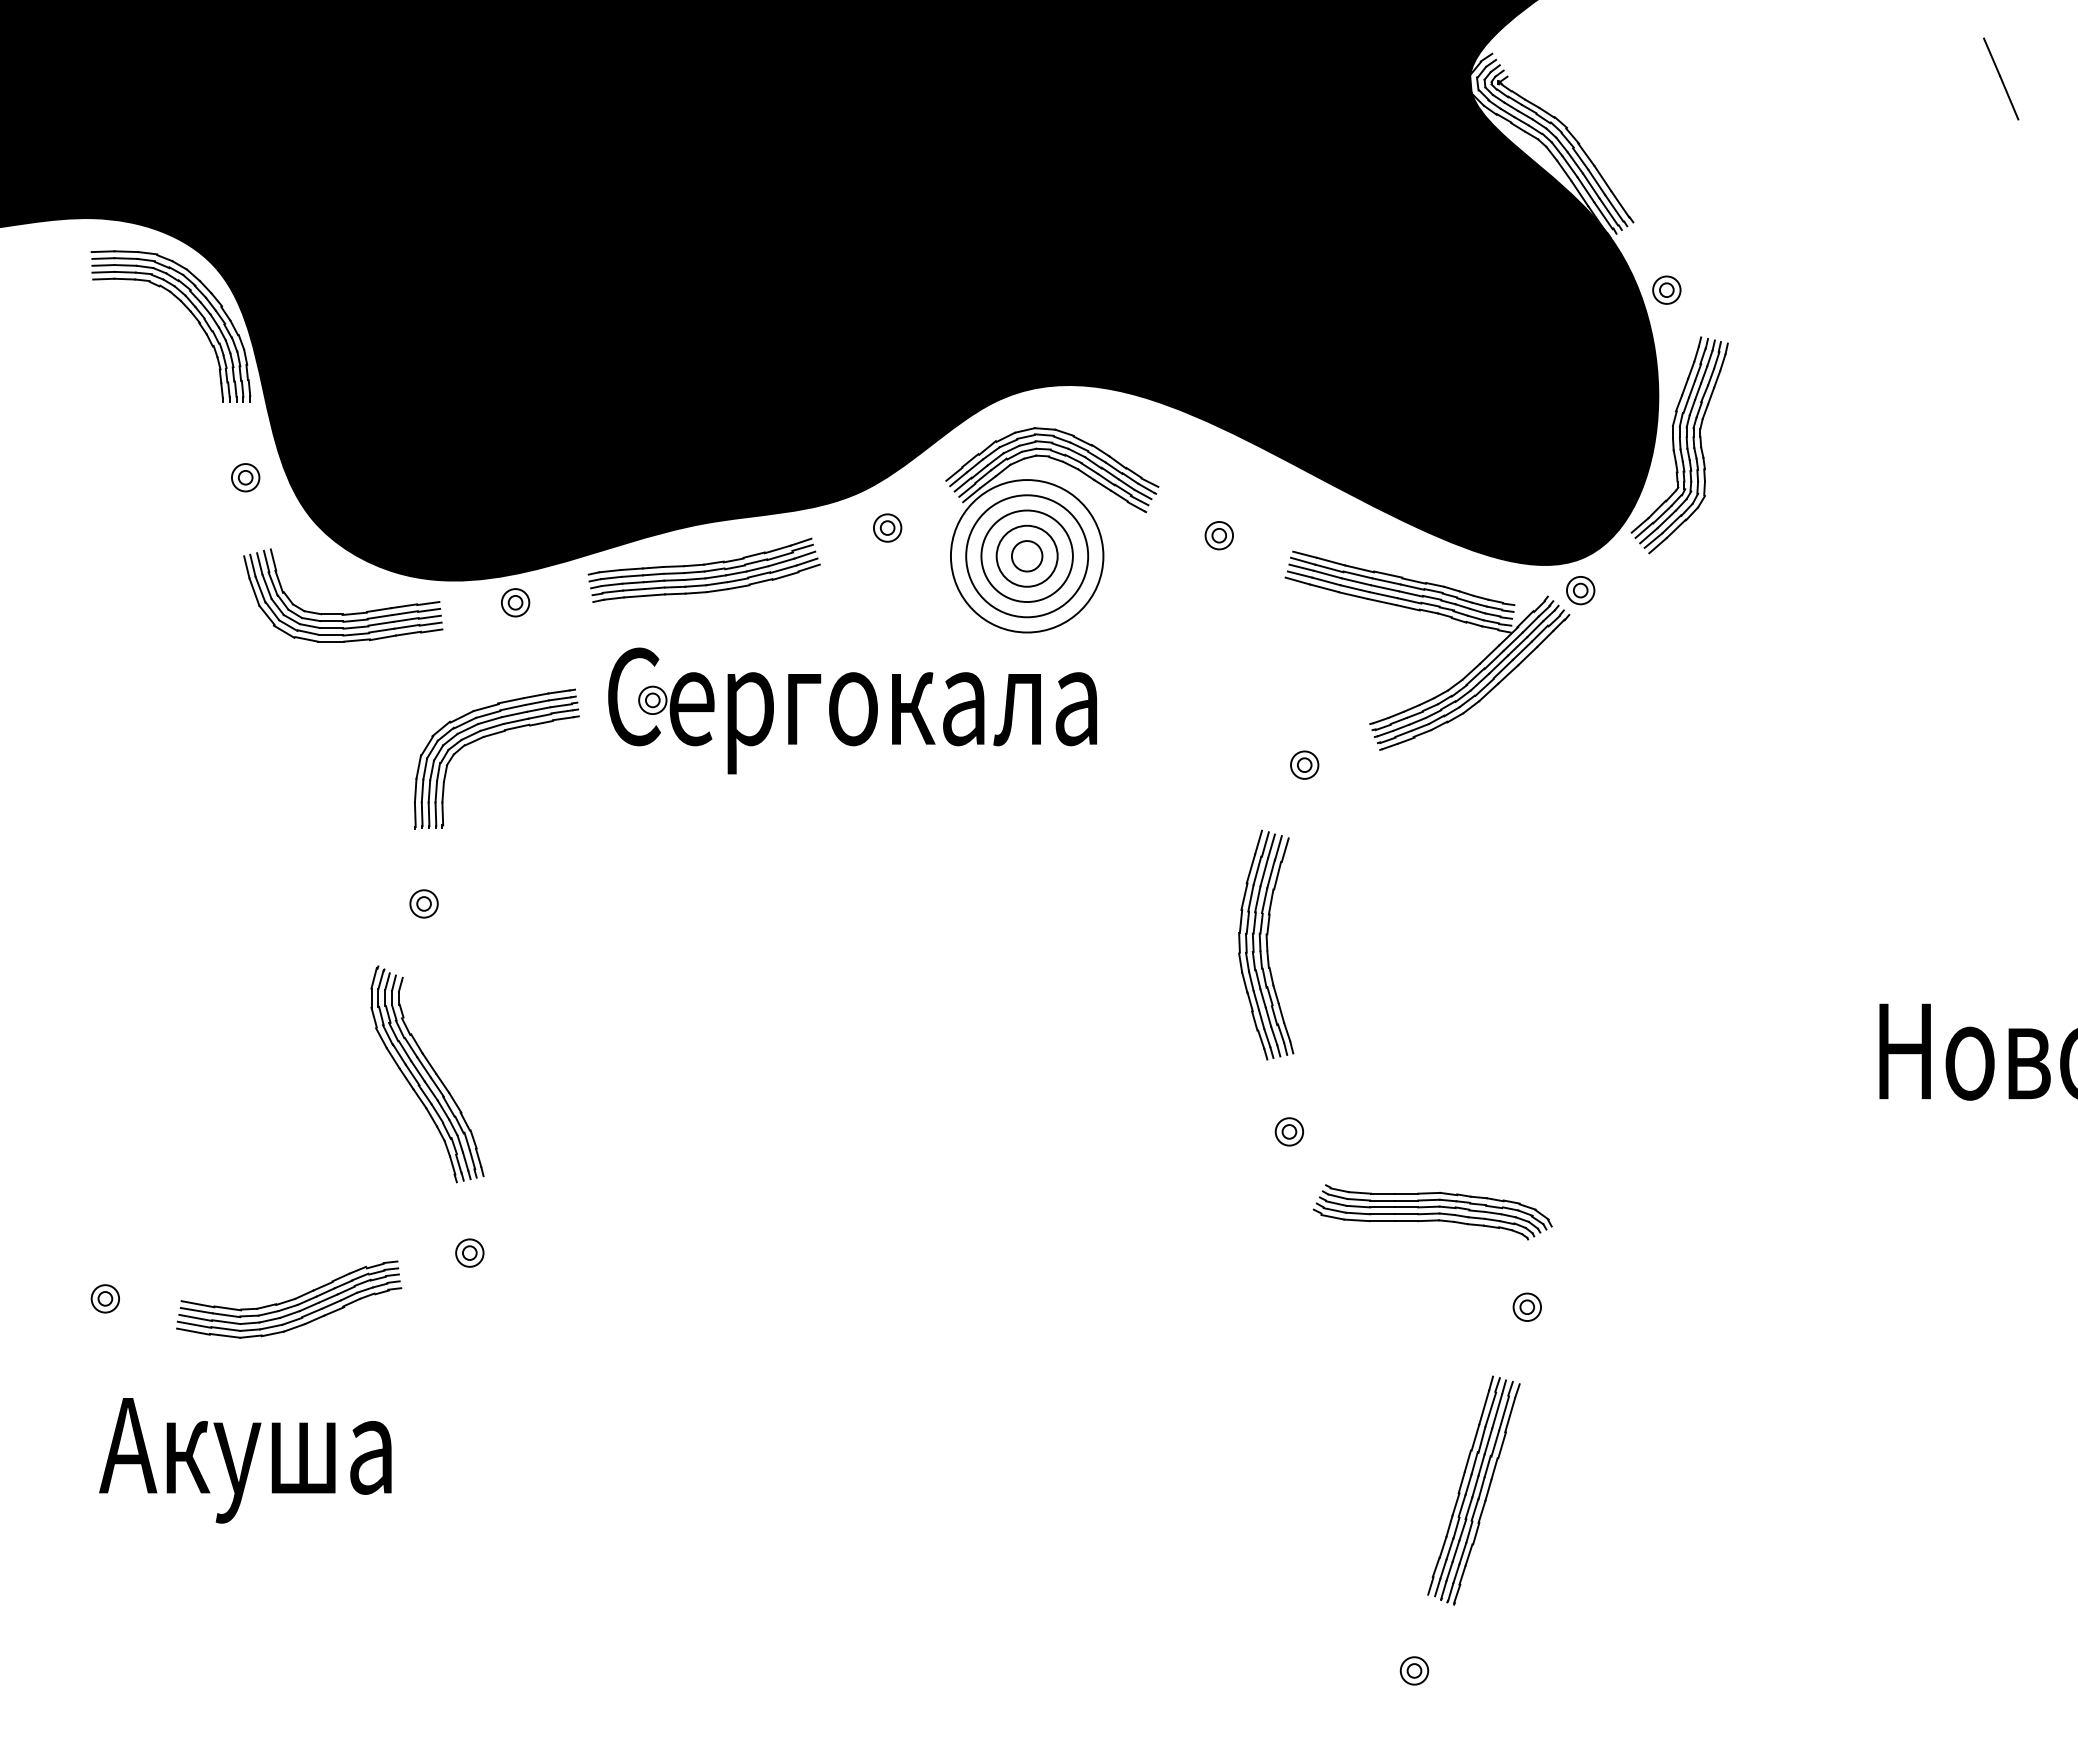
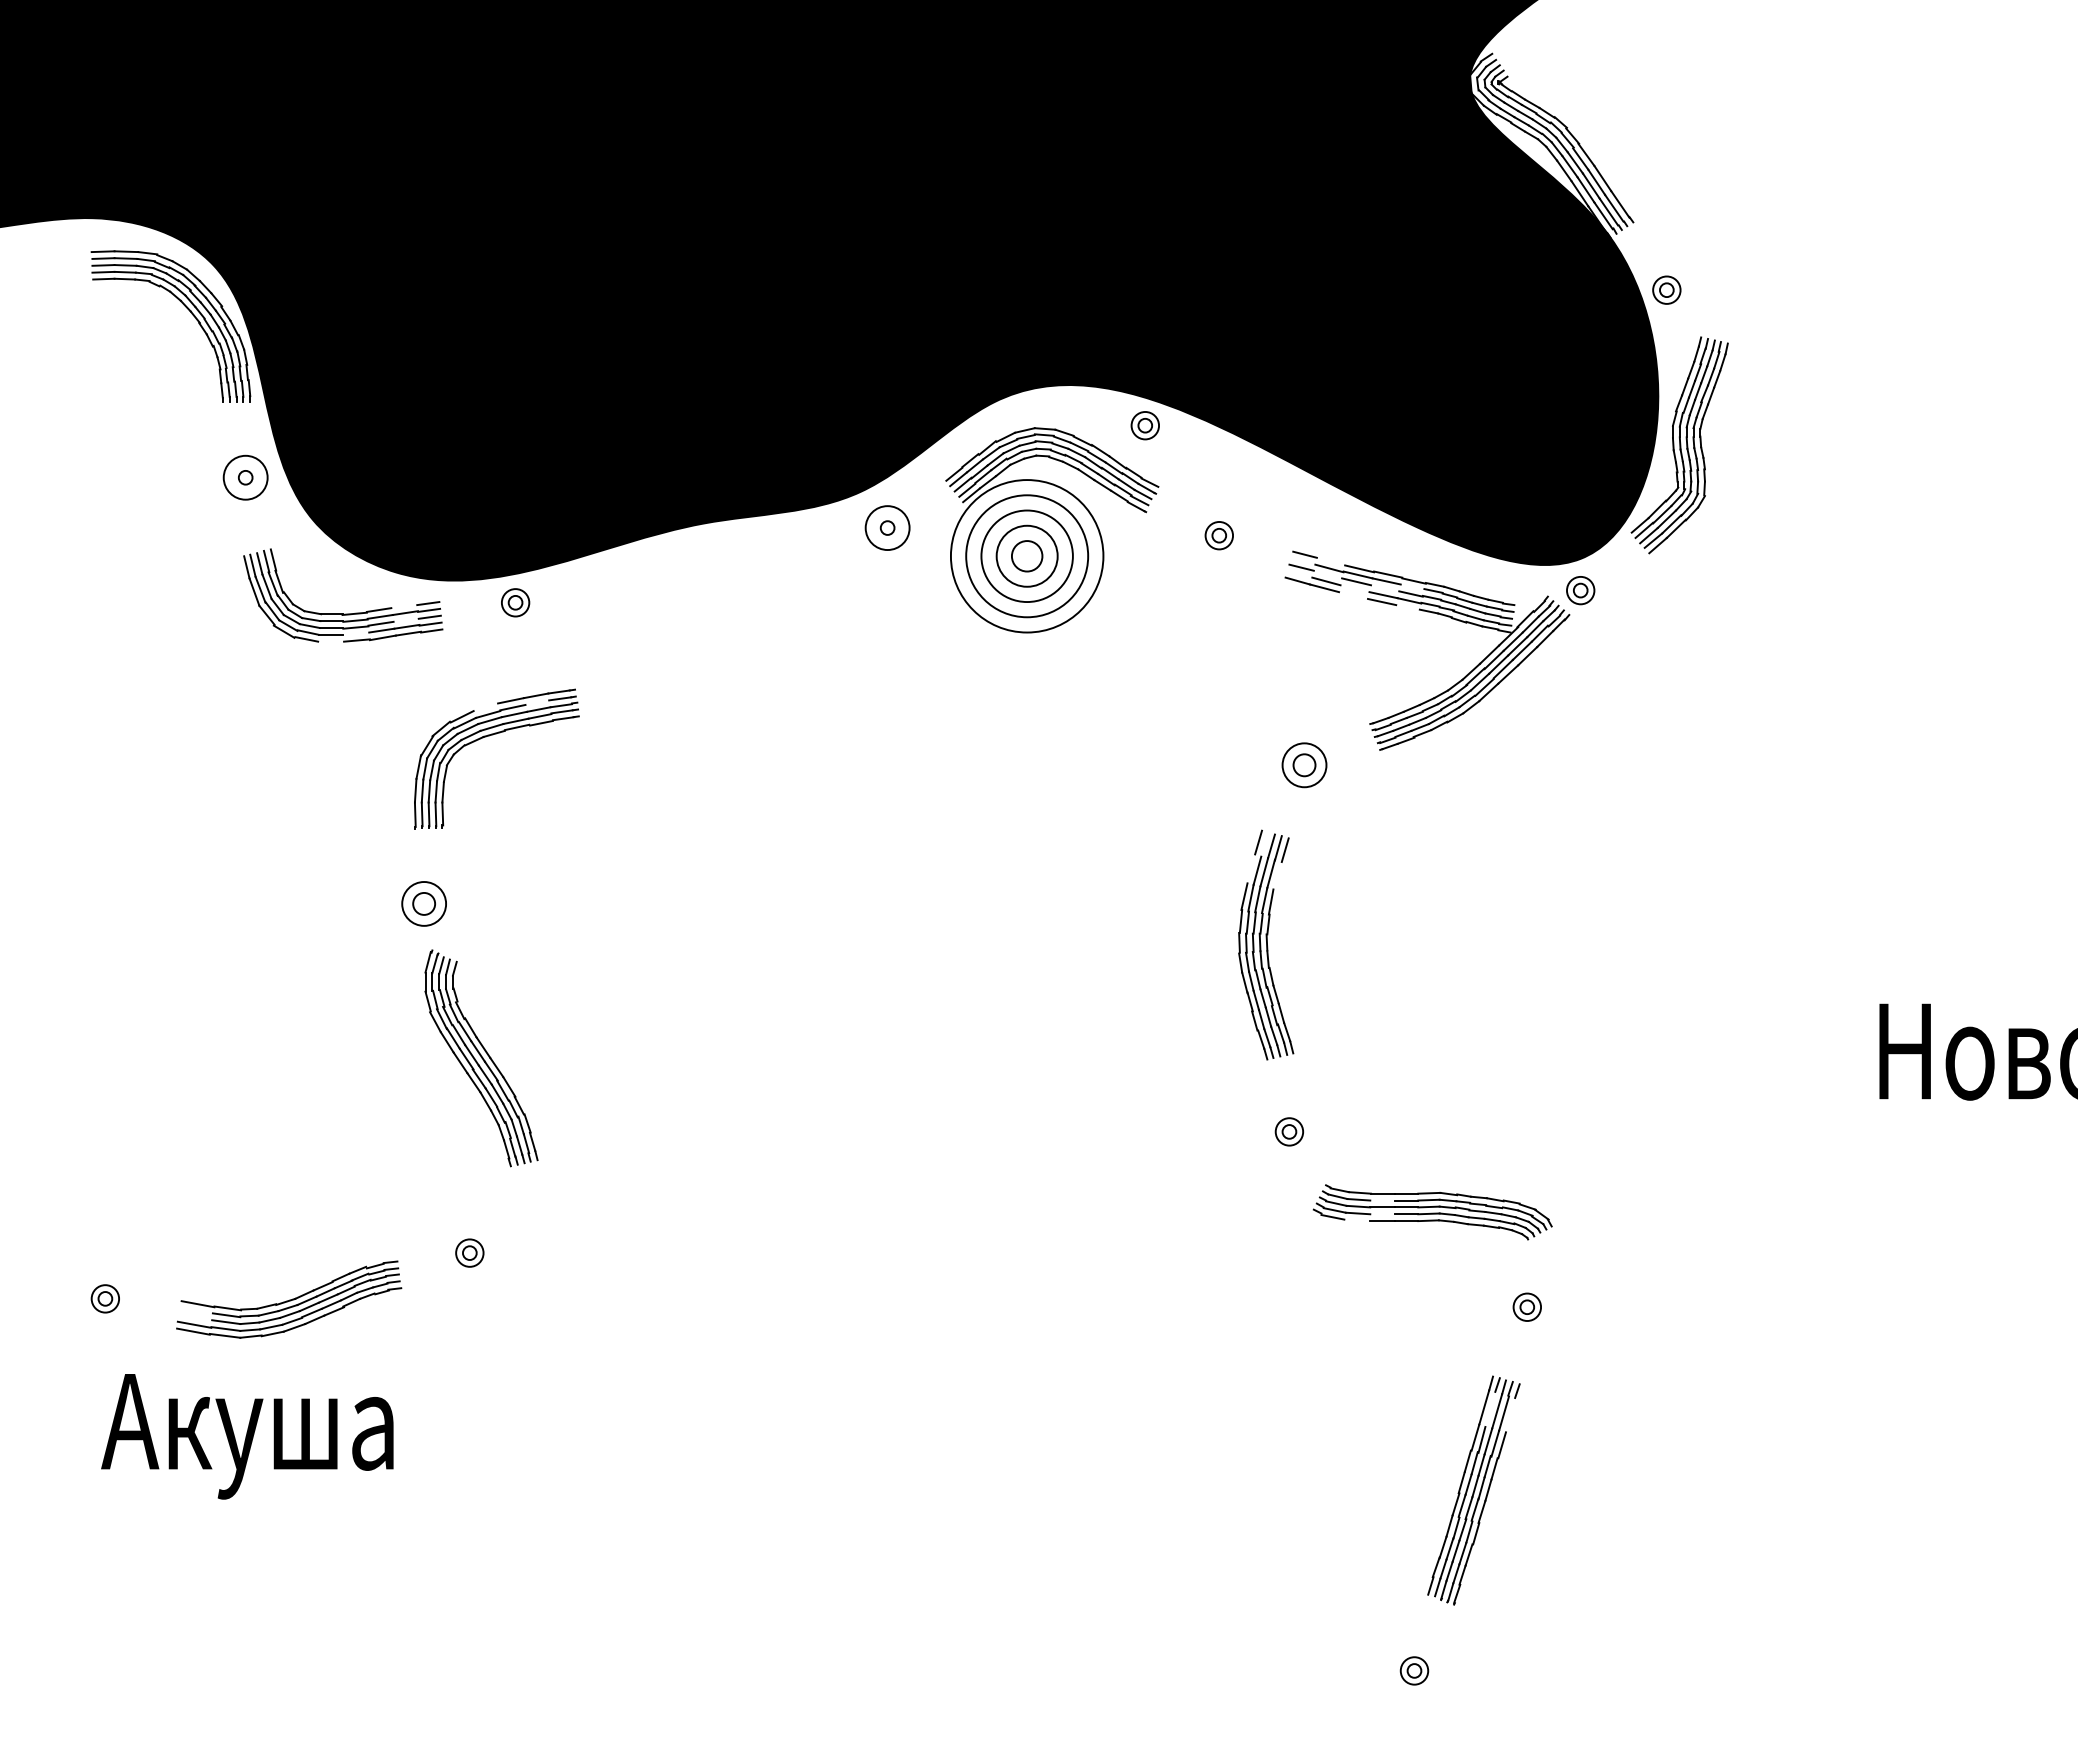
line at (2001, 78): present -> none
part at (1144, 425): none -> present
circle at (245, 477) diameter: 27 px -> 44 px
circle at (887, 527) diameter: 27 px -> 44 px
line at (1302, 560): present -> none
line at (1330, 561): present -> none
part at (703, 569): present -> none
line at (1299, 574): present -> none
line at (1327, 574): present -> none
line at (1412, 586): present -> none
line at (1354, 588): present -> none
line at (1385, 588): present -> none
line at (1352, 595): present -> none
line at (404, 606): present -> none
line at (1407, 607): present -> none
line at (405, 619): present -> none
line at (356, 634): present -> none
line at (331, 641): present -> none
line at (537, 702): present -> none
line at (485, 707): present -> none
part at (852, 710): present -> none
part at (1304, 764) size: 30x30 px -> 47x47 px
line at (1265, 844): present -> none
line at (1250, 868): present -> none
line at (1277, 875): present -> none
part at (423, 903) size: 30x30 px -> 46x46 px
part at (427, 1074) position: (427, 1074) -> (481, 1058)
line at (1382, 1200): present -> none
line at (1382, 1214): present -> none
line at (1356, 1220): present -> none
line at (196, 1310): present -> none
line at (195, 1317): present -> none
line at (1490, 1409): present -> none
line at (1510, 1415): present -> none
text at (245, 1460) position: (245, 1460) -> (247, 1436)
